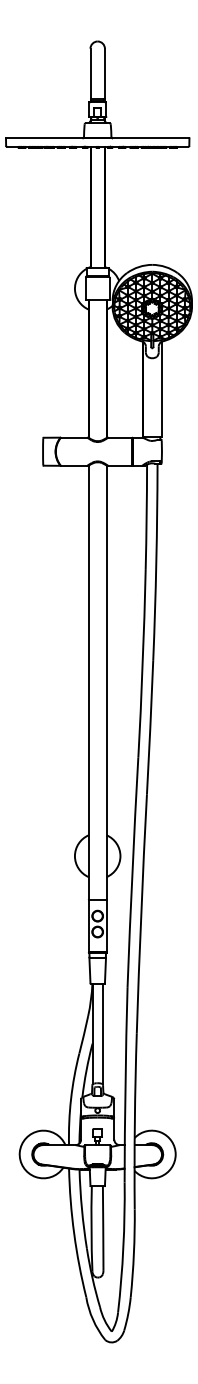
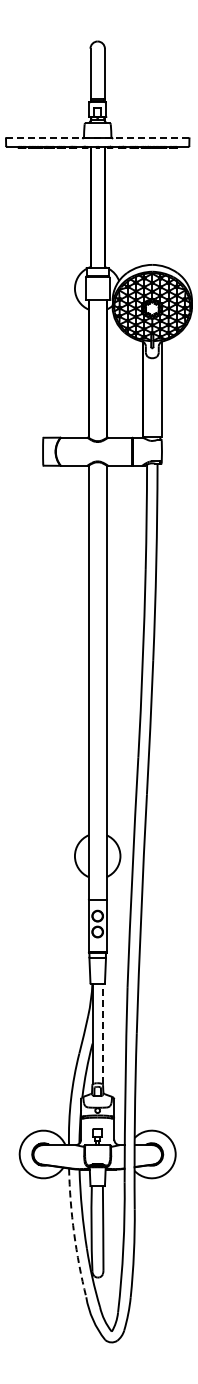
line at (97, 138): solid -> dashed
line at (102, 1033): solid -> dashed
arc at (74, 1233): solid -> dashed
